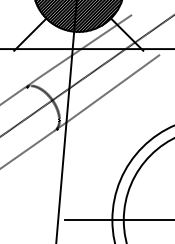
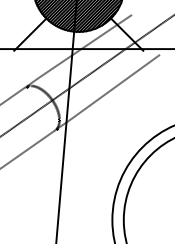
line at (117, 220): present -> none
